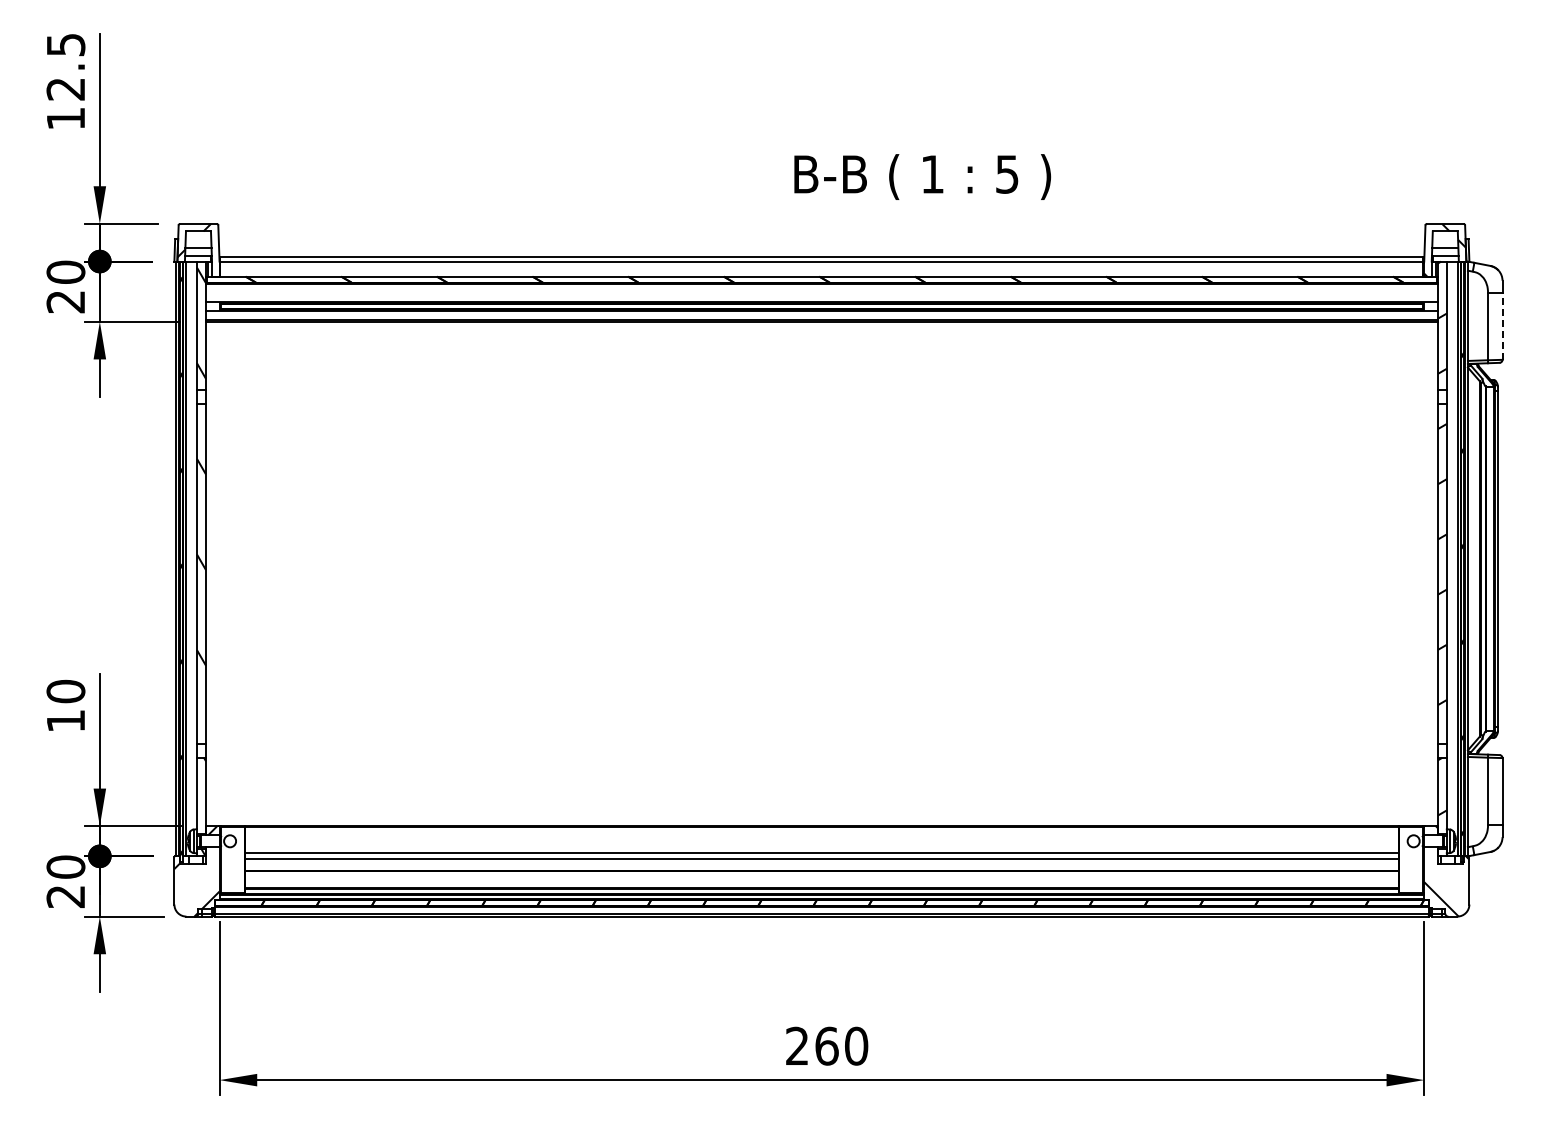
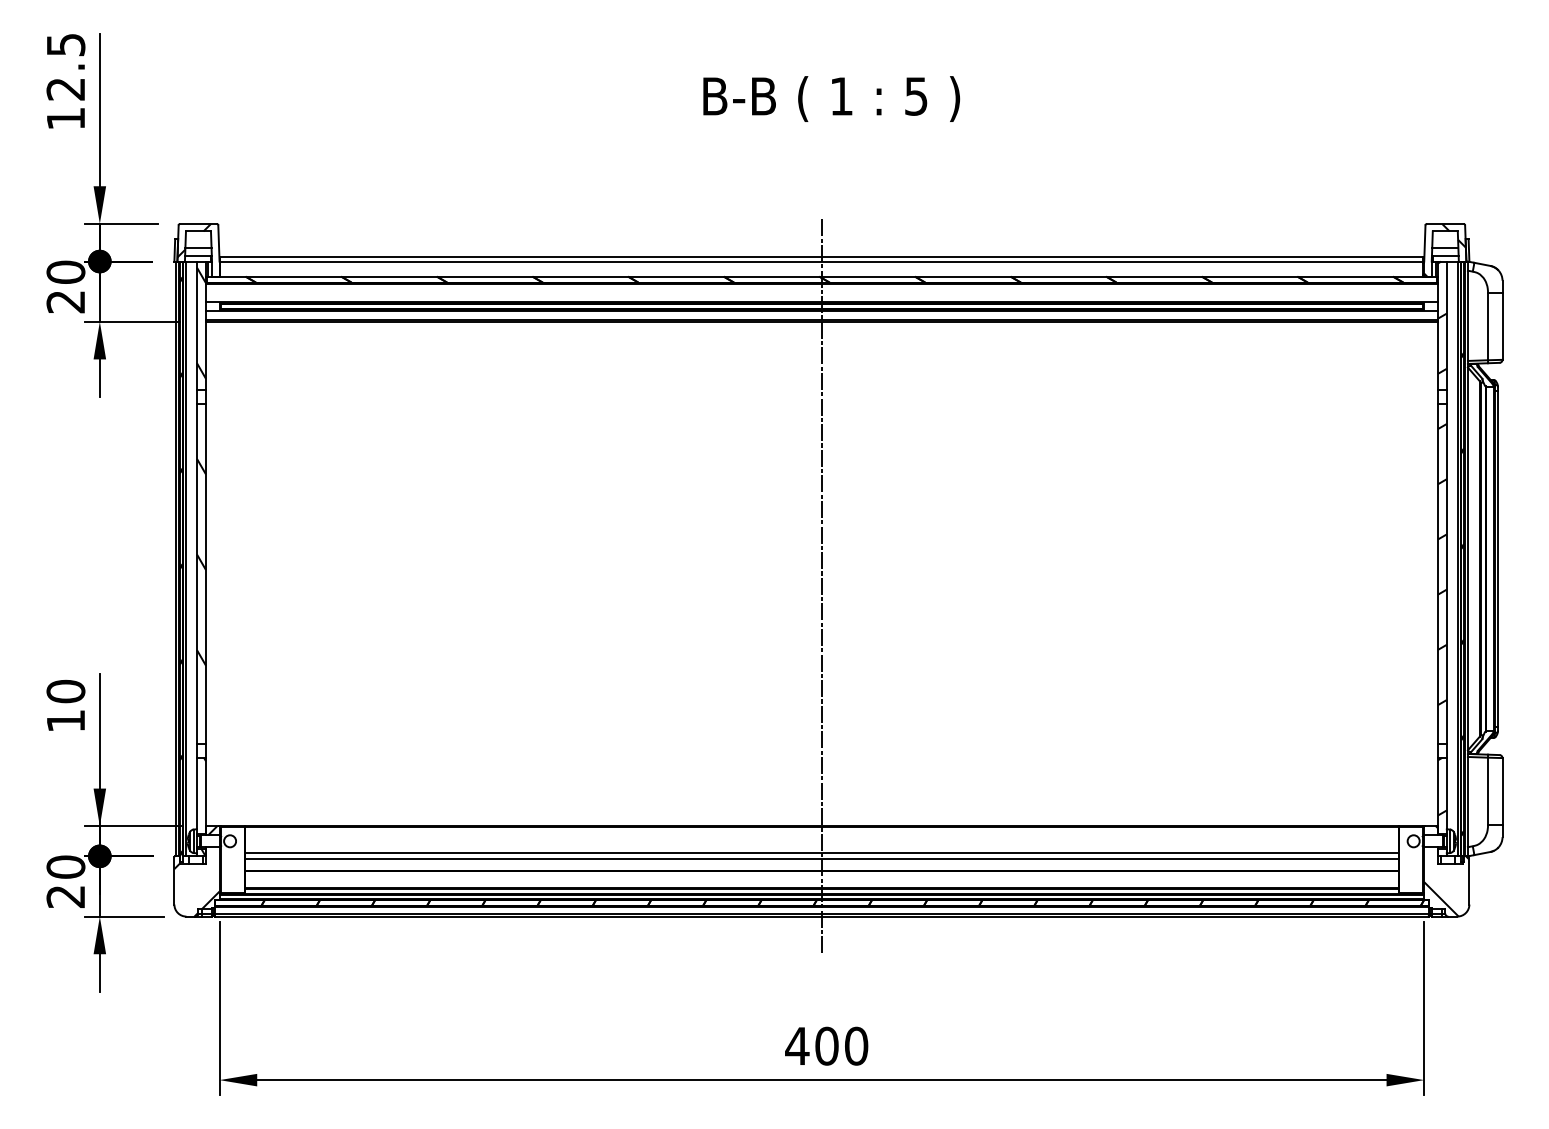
text at (922, 176) position: (922, 176) -> (831, 98)
line at (1502, 326): dashed -> solid
line at (821, 586): none -> present
text at (811, 1045): 260 -> 400
